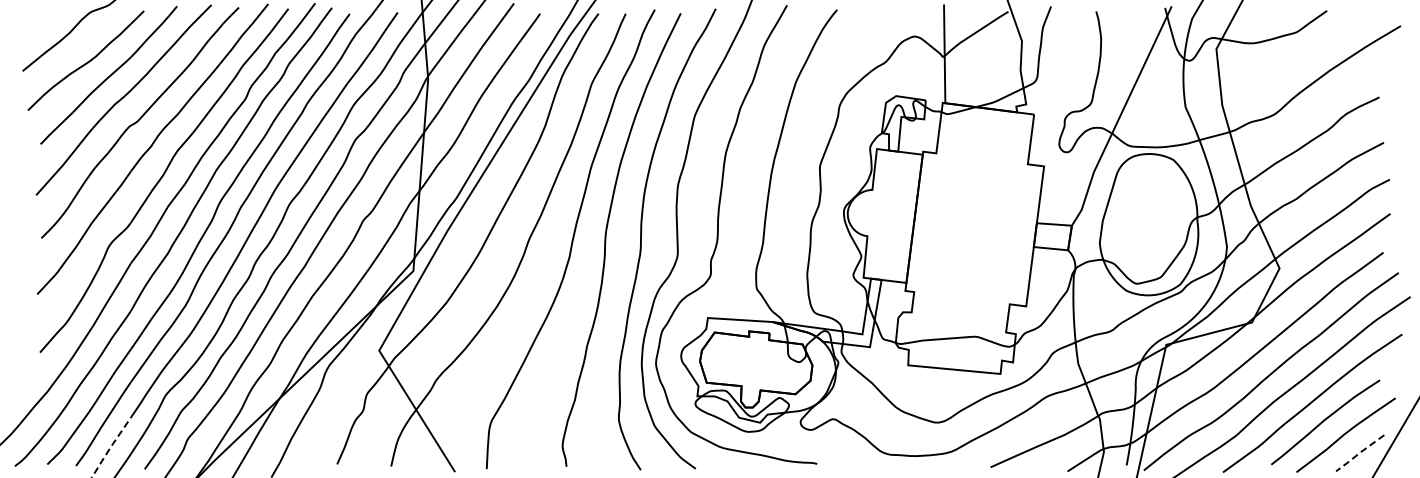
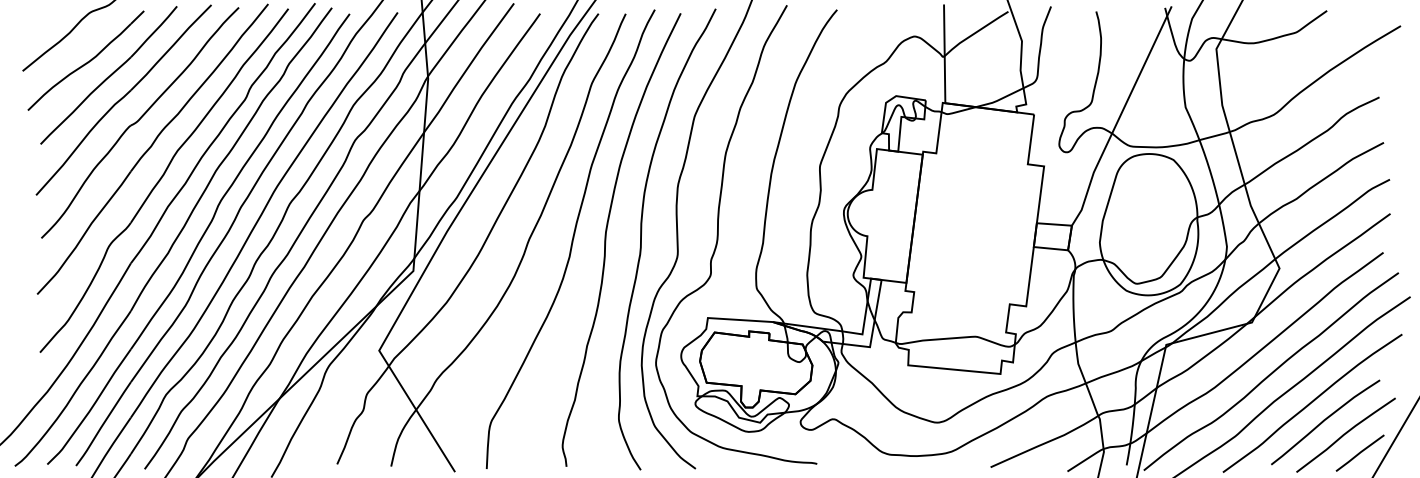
line at (110, 447): dashed -> solid
line at (1359, 453): dashed -> solid
